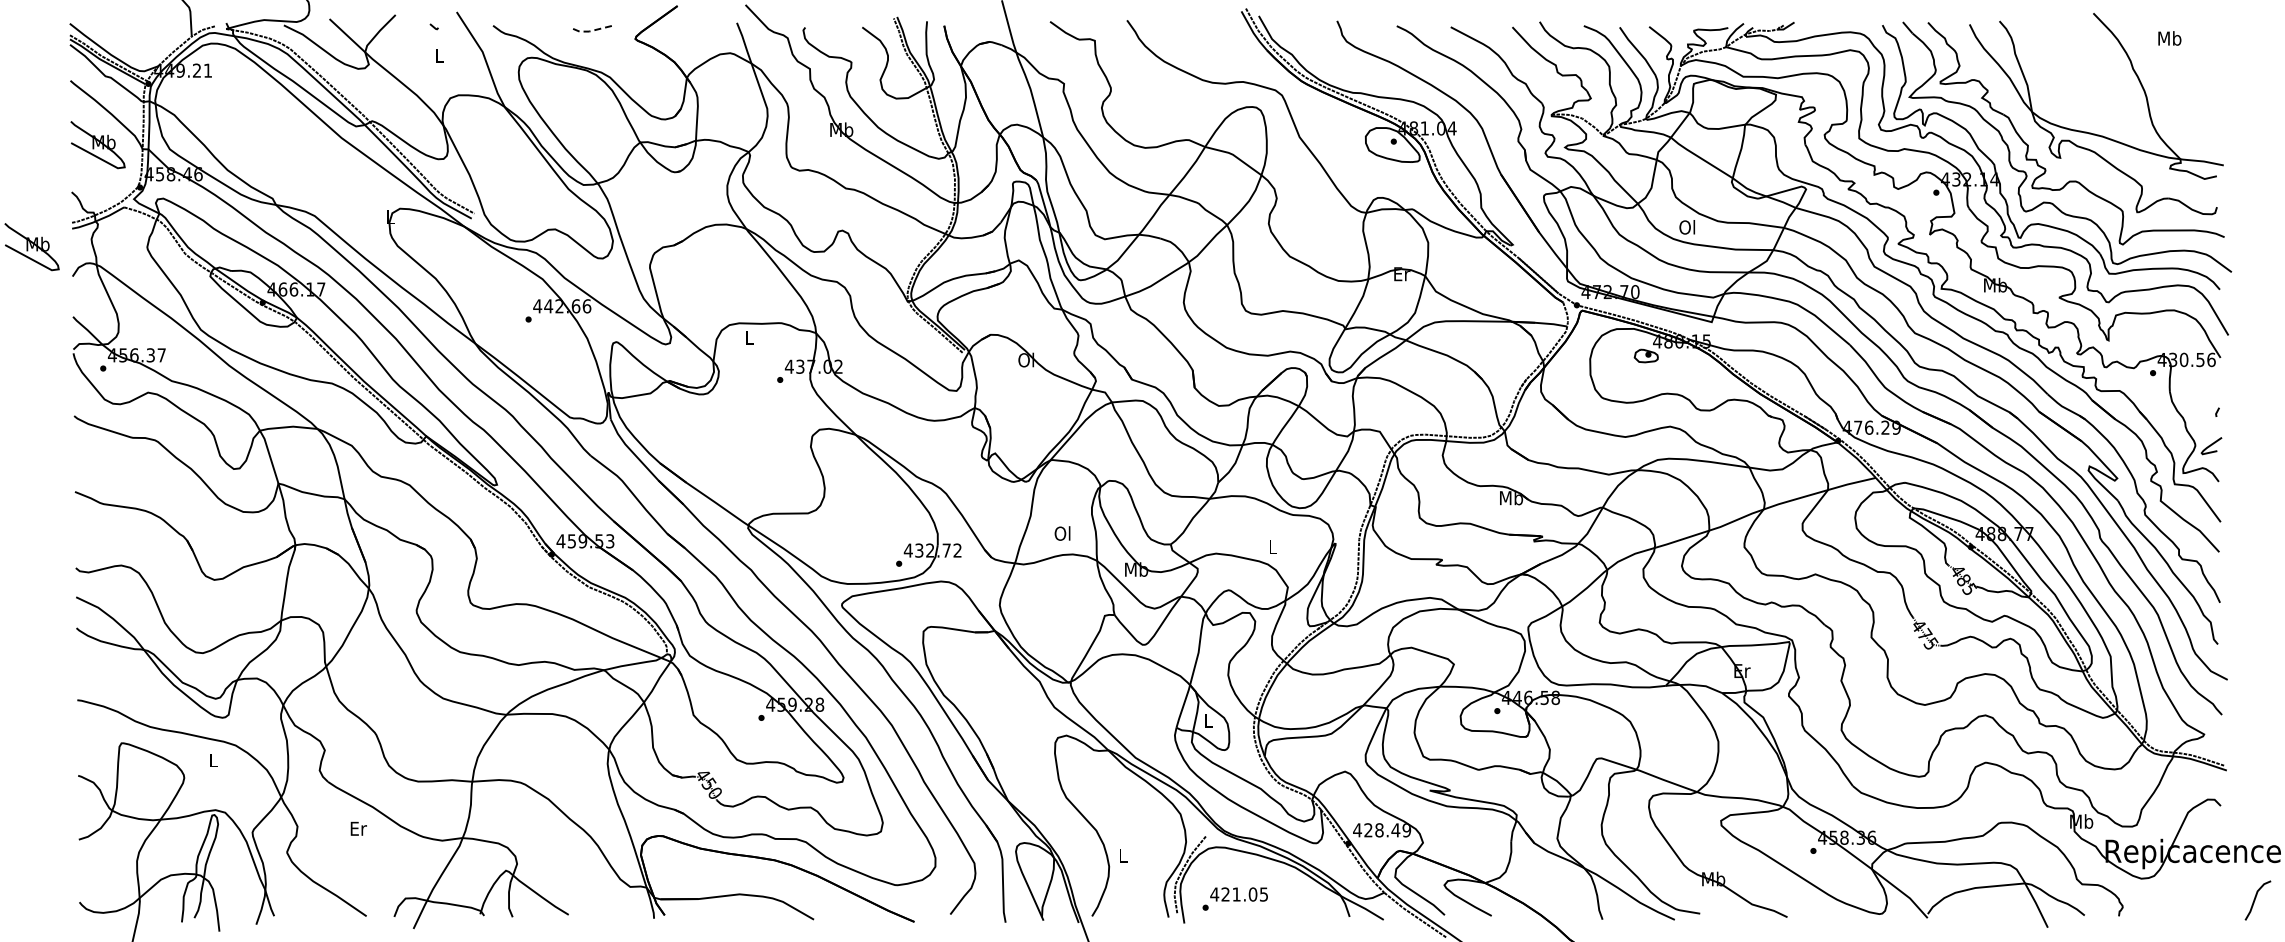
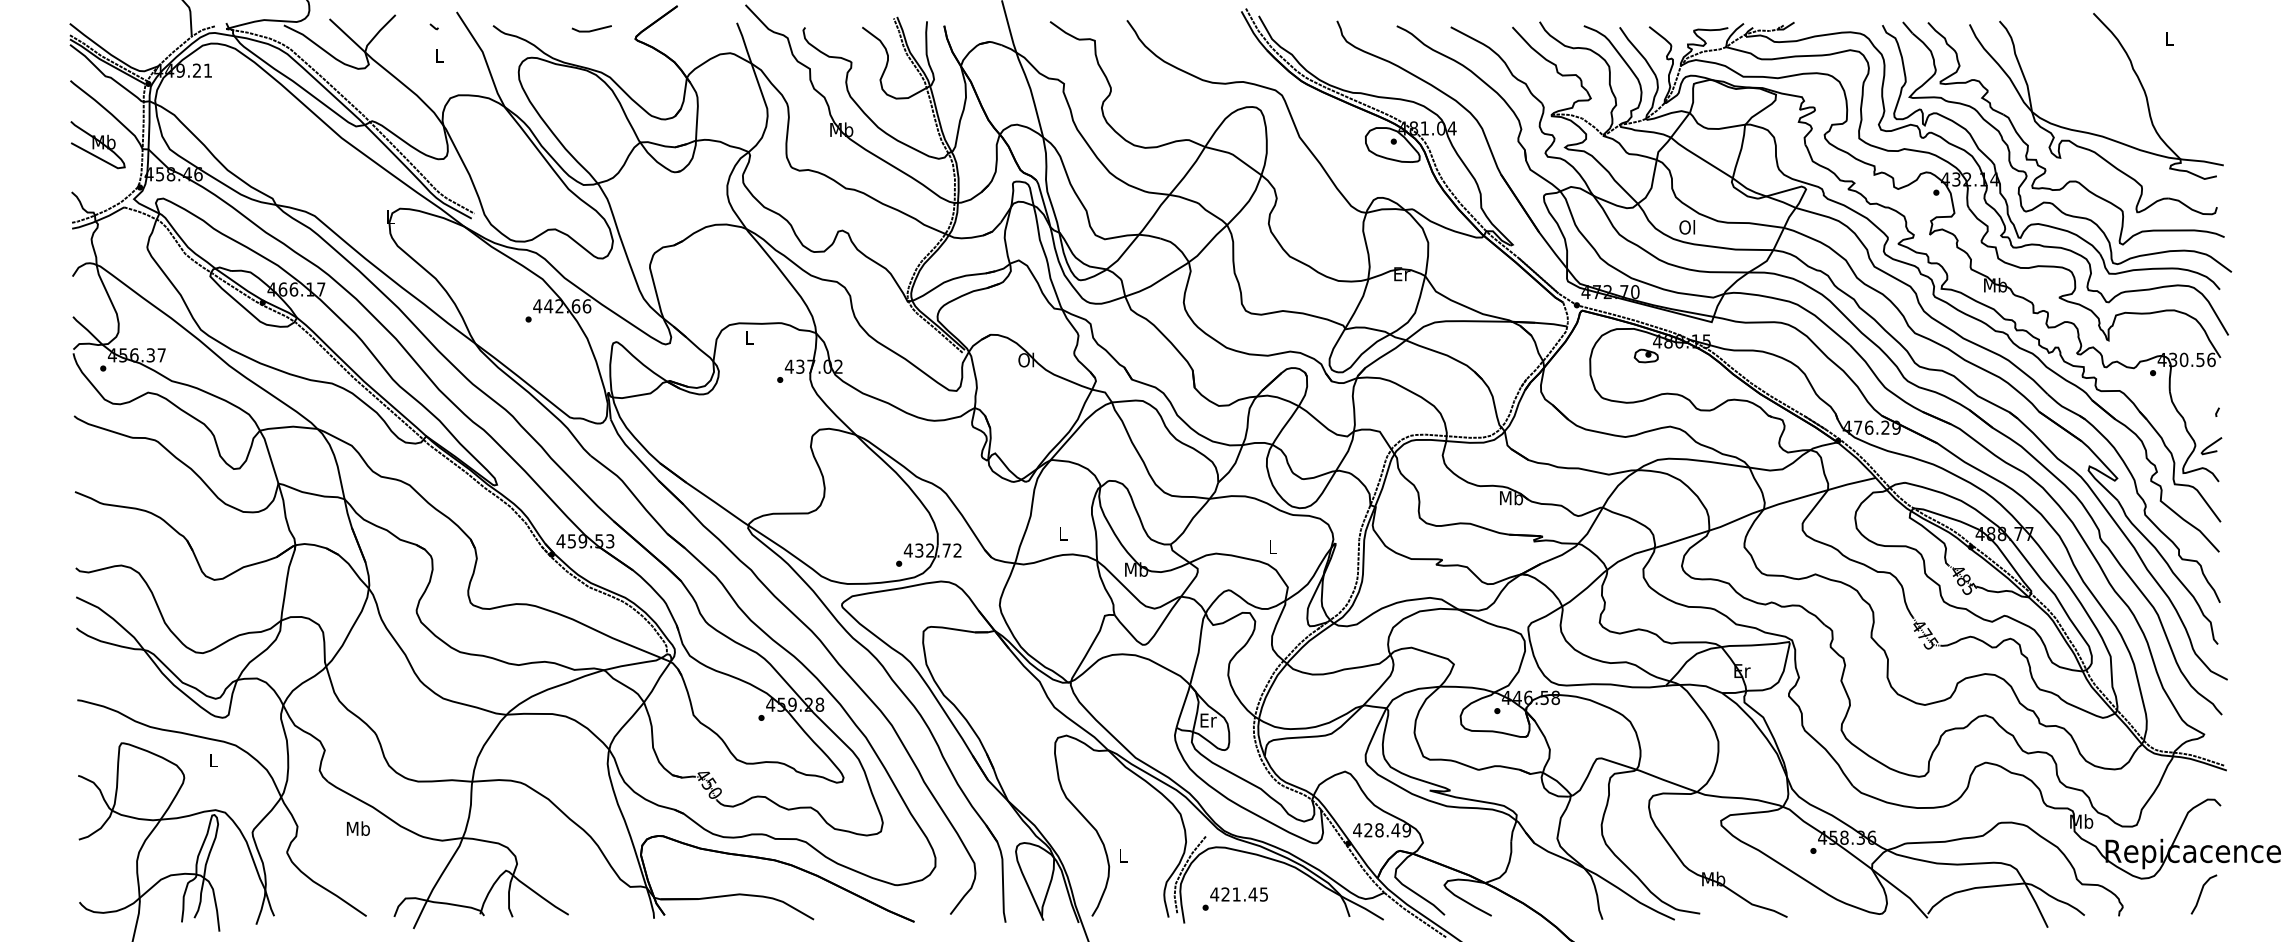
line at (590, 31): dashed -> solid
text at (2169, 38): Mb -> L
part at (31, 247): present -> none
text at (1062, 533): Ol -> L
text at (1208, 720): L -> Er
text at (357, 828): Er -> Mb
text at (1252, 894): 421.05 -> 421.45
line at (2255, 900) position: (2255, 900) -> (2201, 894)
